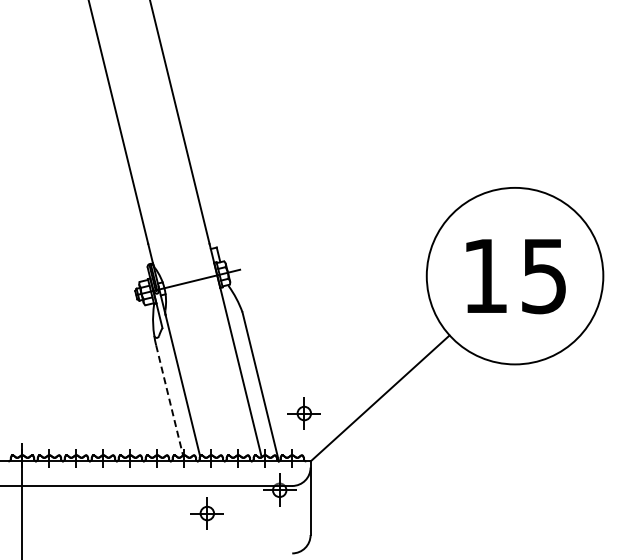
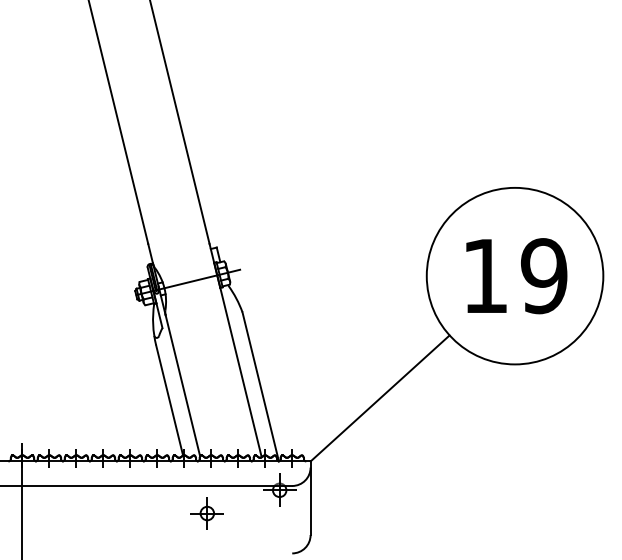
text at (544, 276): 15 -> 19
line at (169, 400): dashed -> solid
part at (303, 413): present -> none
